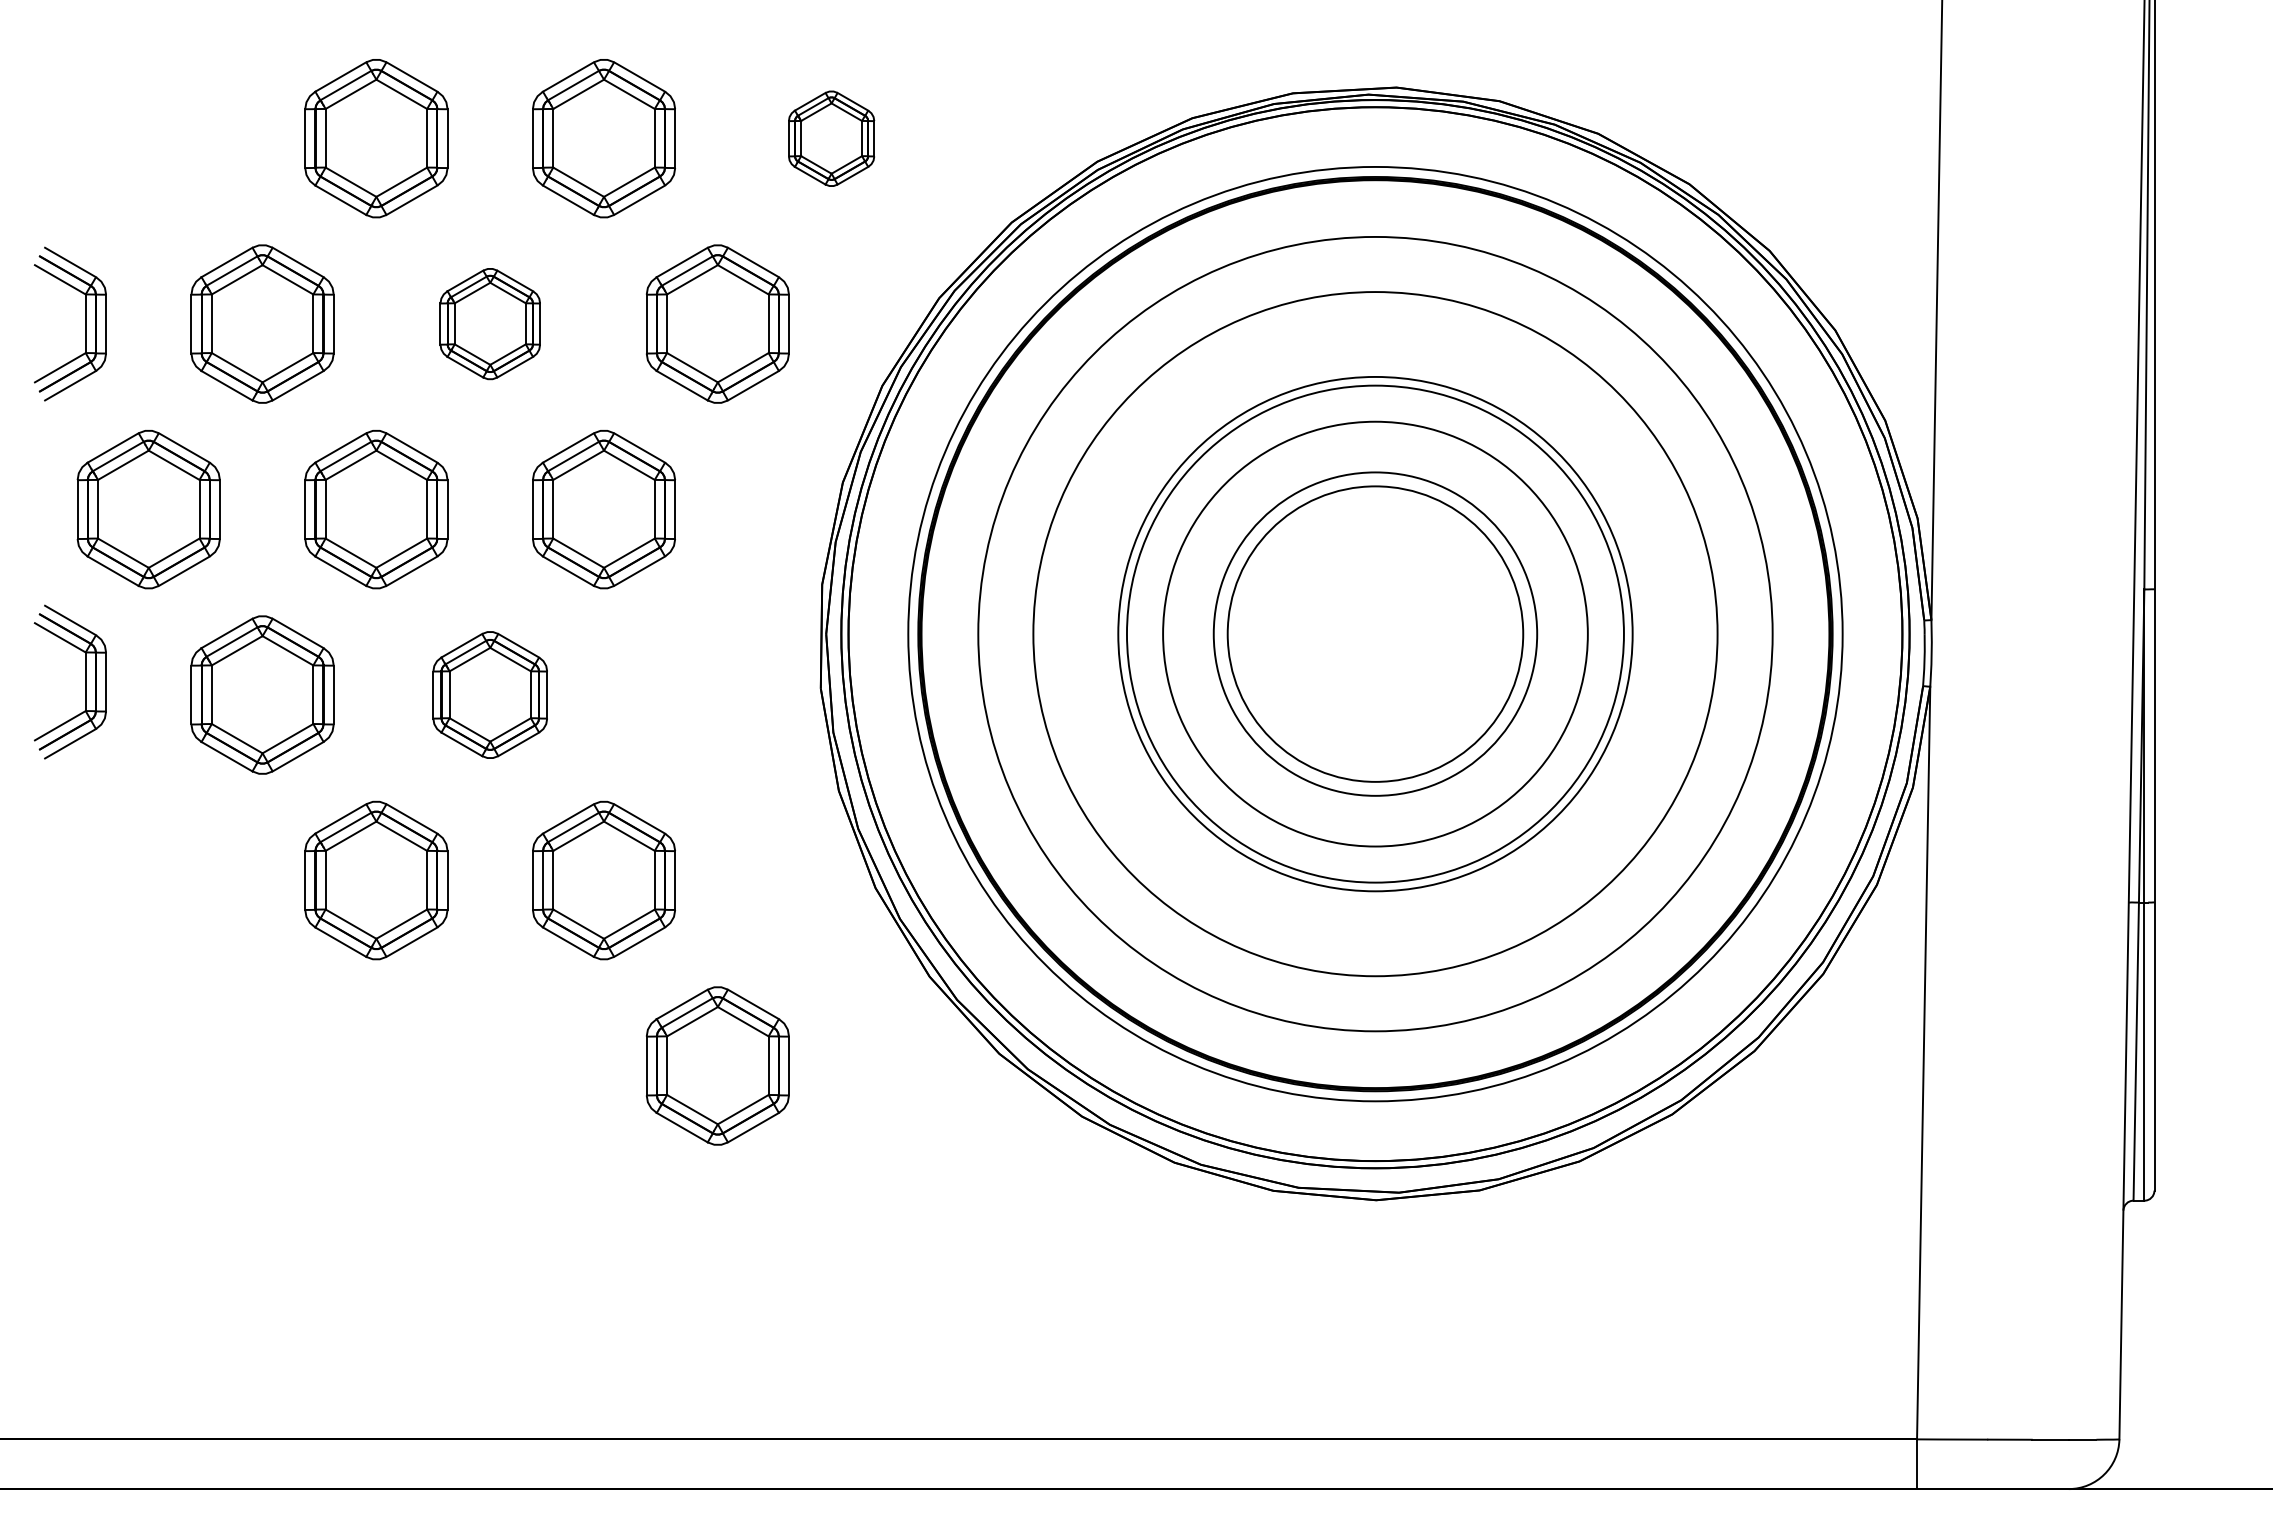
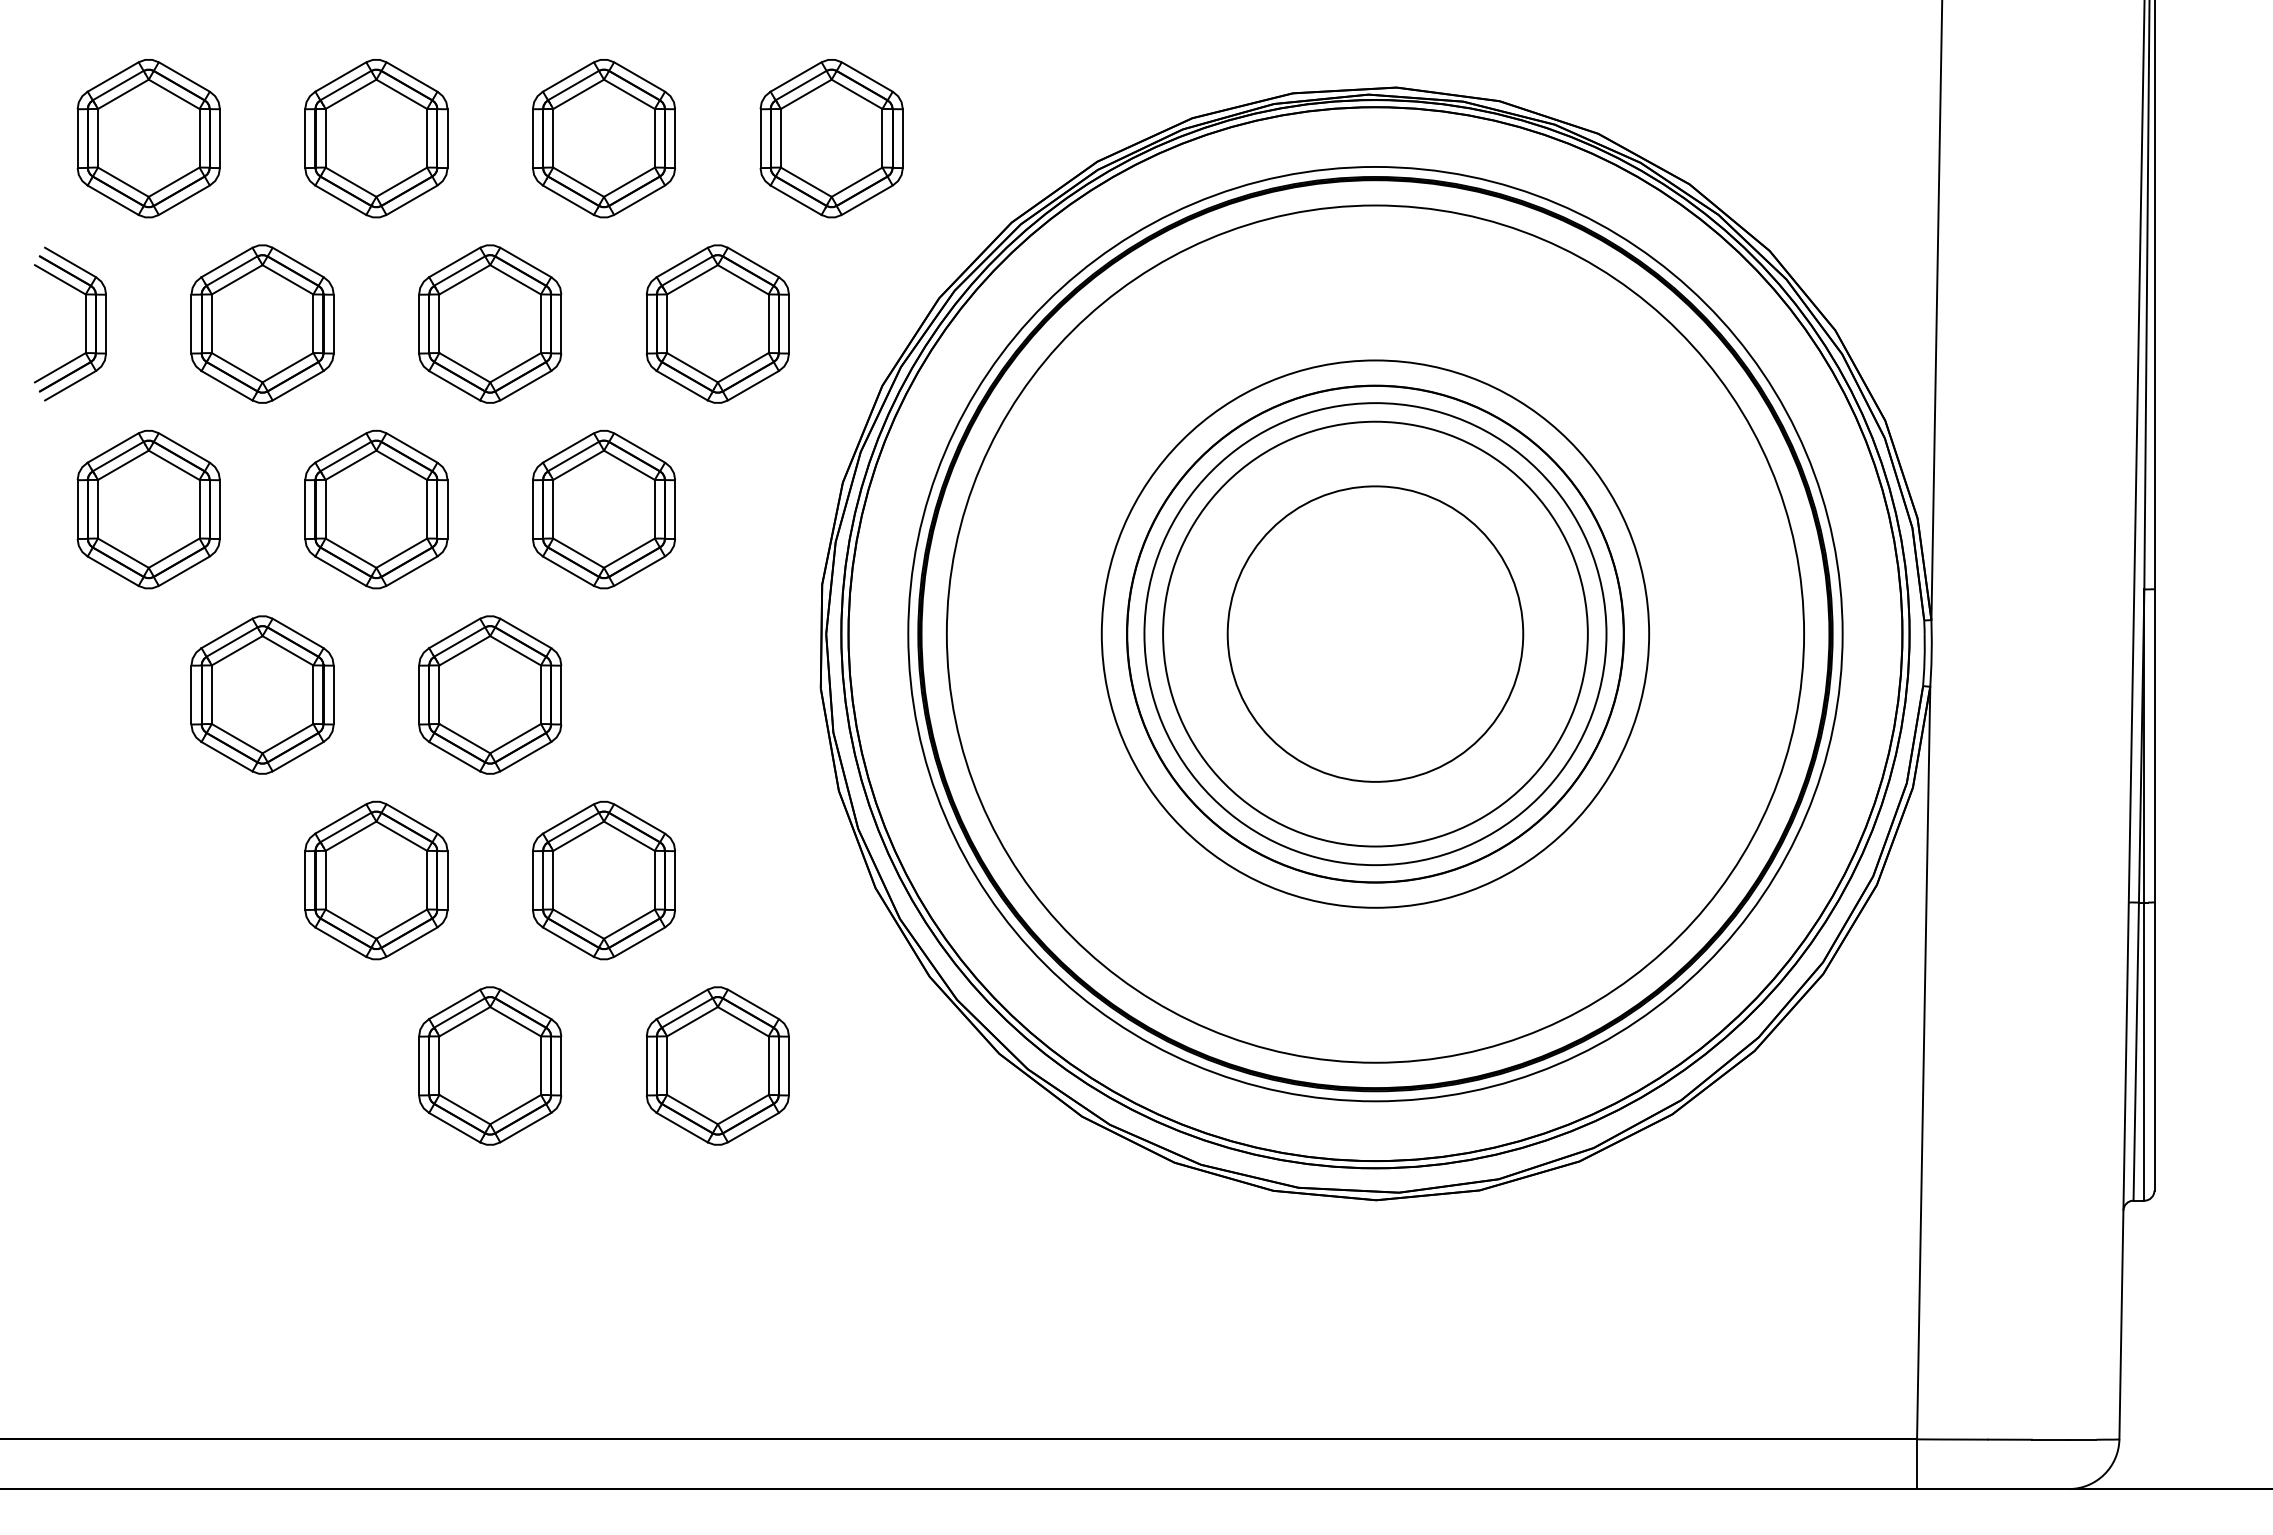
part at (148, 138): none -> present
part at (831, 138) size: 88x97 px -> 145x160 px
part at (489, 324) size: 102x113 px -> 145x160 px
circle at (1375, 633) diameter: 323 px -> 462 px
circle at (1375, 633) diameter: 514 px -> 857 px
circle at (1375, 633) diameter: 794 px -> 496 px
circle at (1375, 634) diameter: 684 px -> 547 px
part at (85, 681): present -> none
part at (489, 694) size: 116x128 px -> 145x160 px
part at (490, 1065): none -> present
